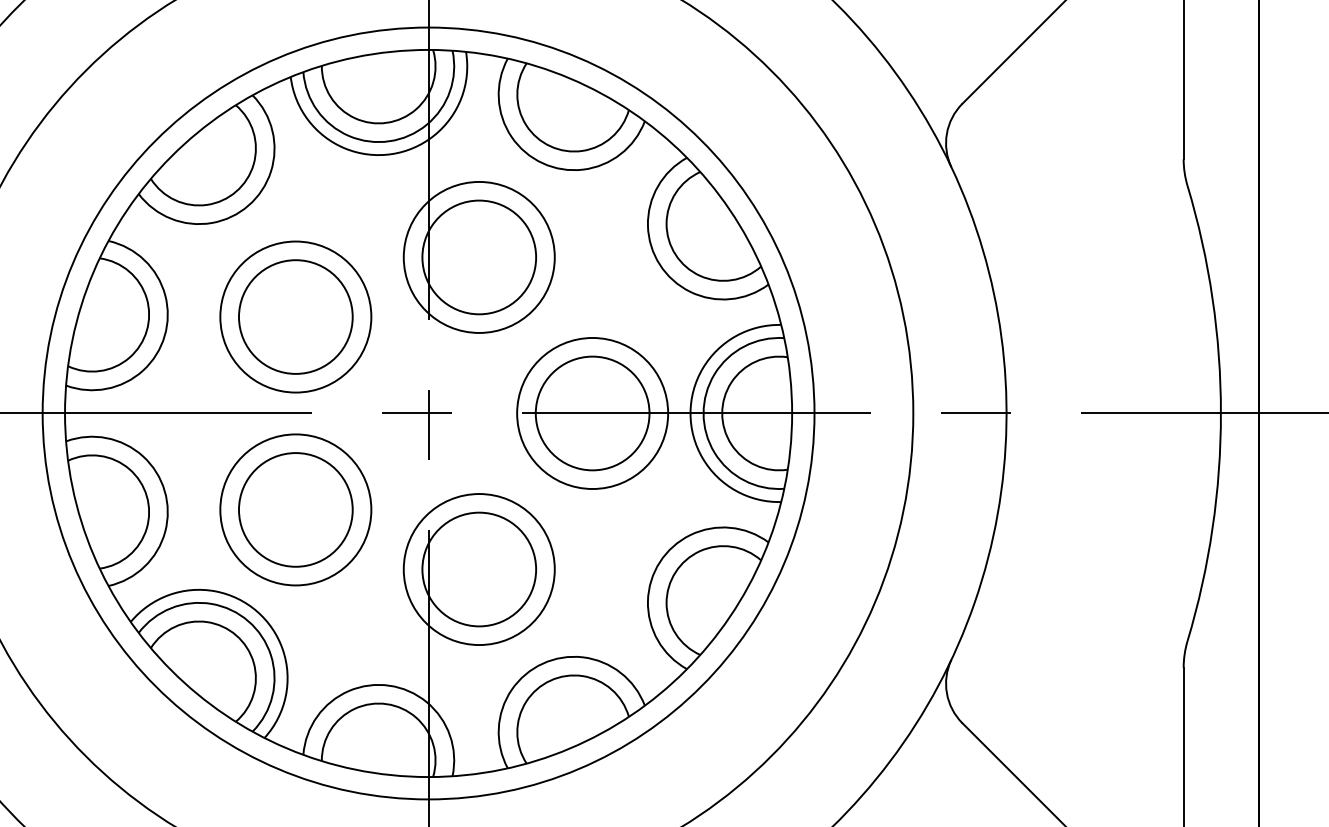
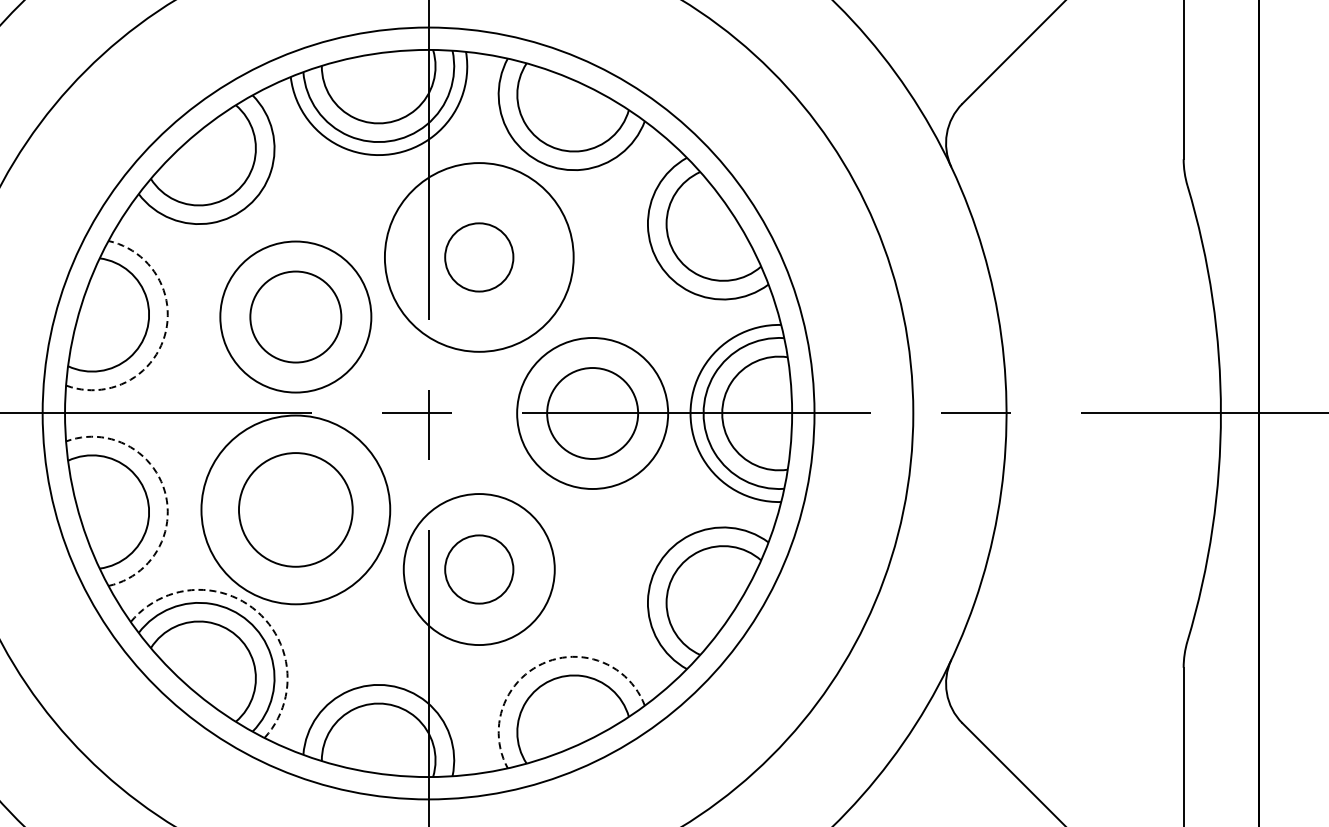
circle at (478, 256) diameter: 151 px -> 189 px
circle at (479, 257) diameter: 114 px -> 68 px
circle at (295, 316) diameter: 114 px -> 91 px
arc at (164, 336): solid -> dashed
circle at (592, 413) diameter: 114 px -> 91 px
arc at (164, 490): solid -> dashed
circle at (295, 509) diameter: 151 px -> 189 px
circle at (479, 569) diameter: 114 px -> 68 px
arc at (257, 611): solid -> dashed
arc at (542, 663): solid -> dashed
